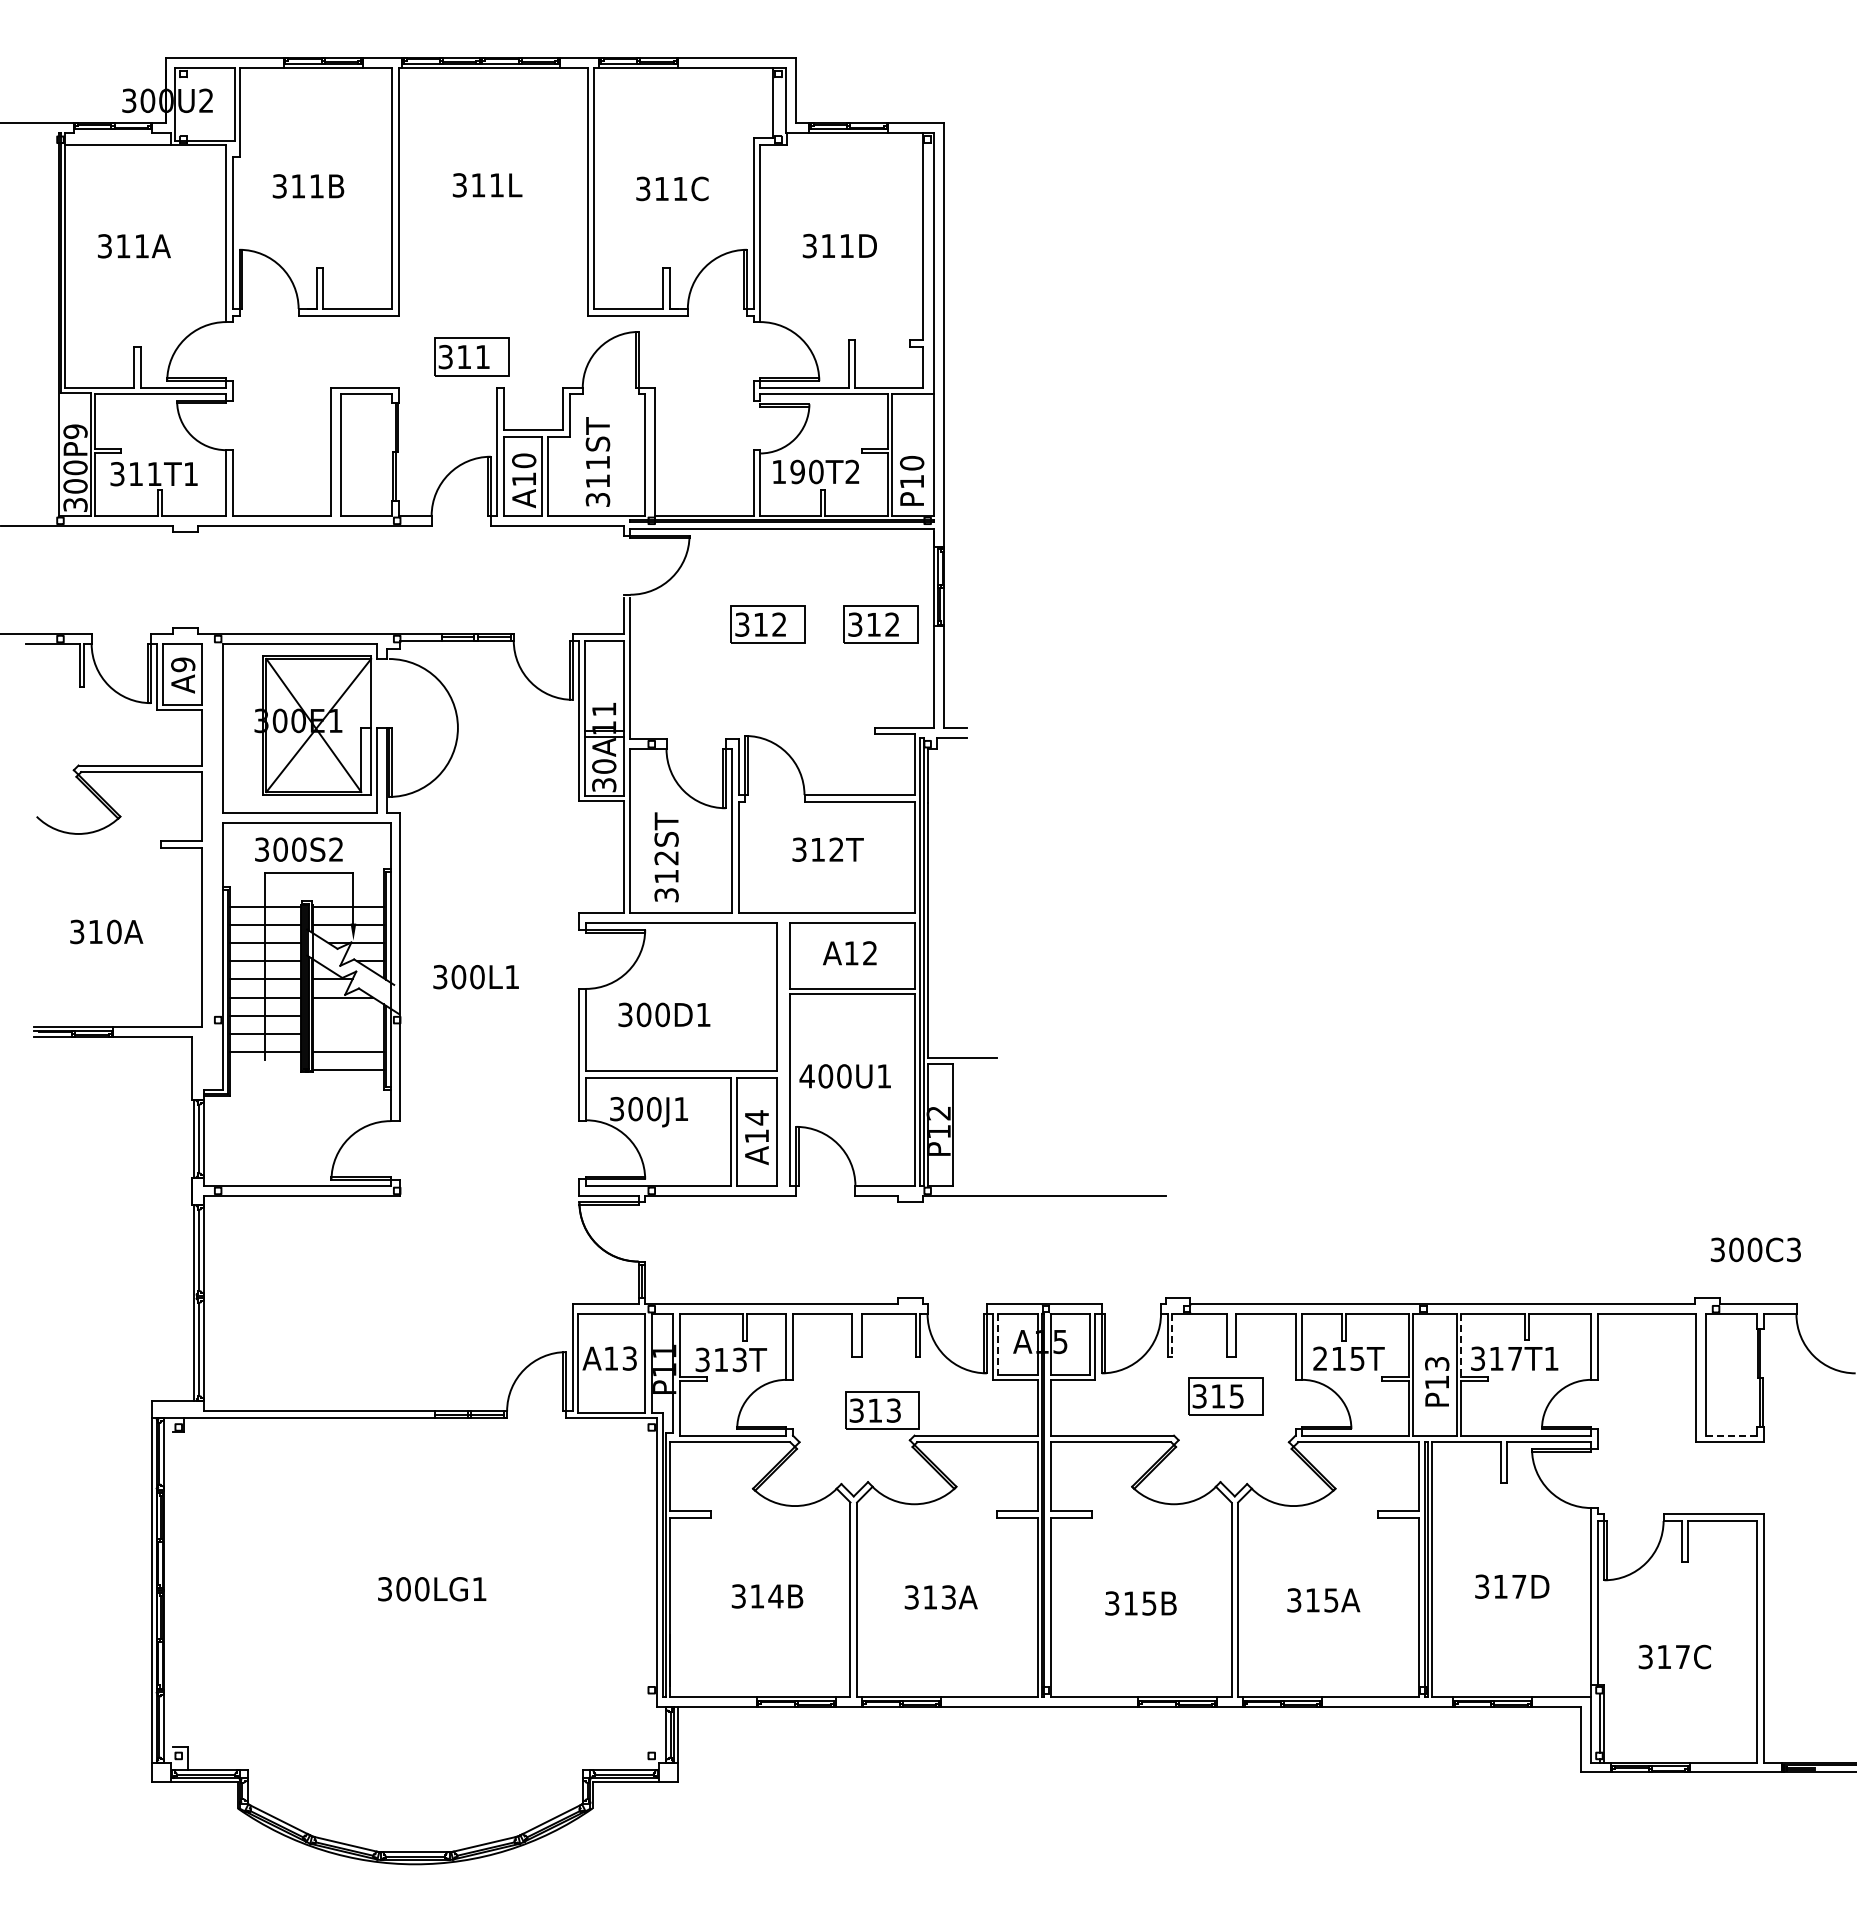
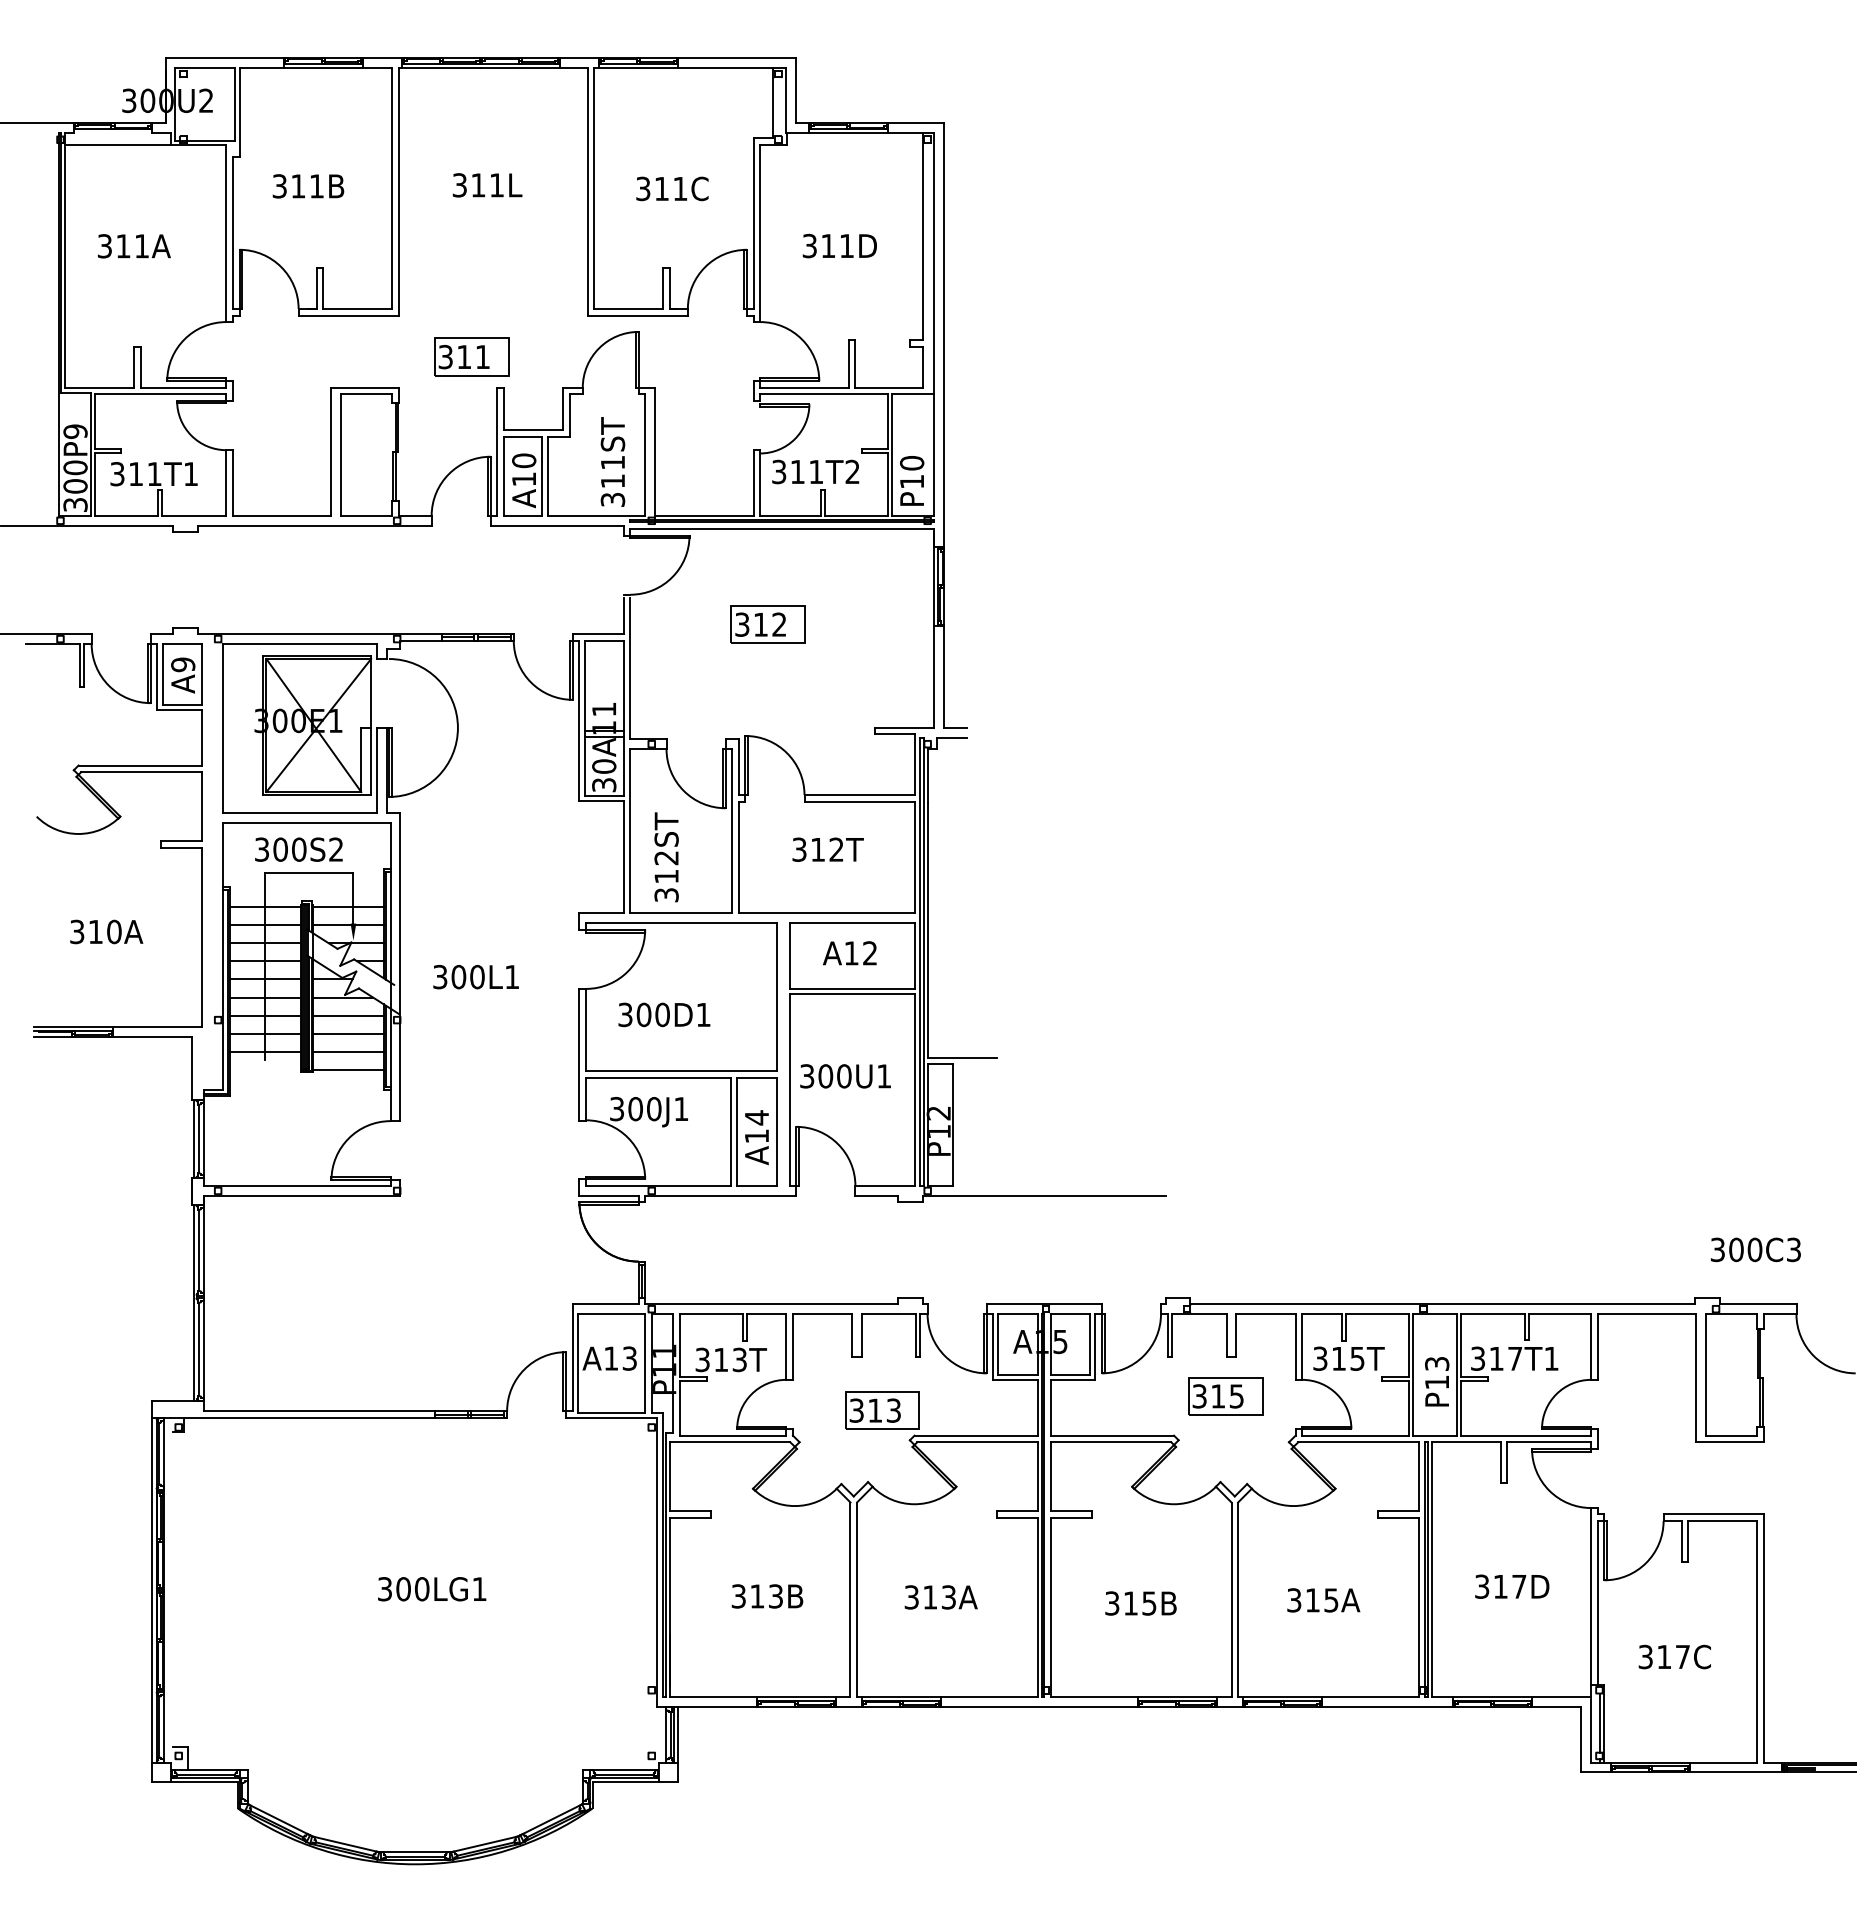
text at (597, 461) position: (597, 461) -> (612, 461)
text at (797, 471): 190T2 -> 311T2
part at (880, 624): present -> none
line at (348, 1015): none -> present
line at (348, 1033): none -> present
text at (806, 1076): 400U1 -> 300U1
line at (1172, 1335): dashed -> solid
line at (998, 1344): dashed -> solid
line at (1461, 1345): dashed -> solid
text at (1320, 1358): 215T -> 315T
line at (1731, 1435): dashed -> solid
text at (775, 1596): 314B -> 313B
